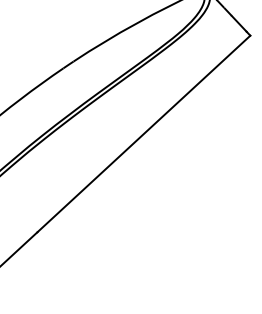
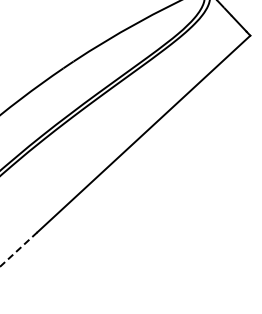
line at (18, 249): solid -> dashed
